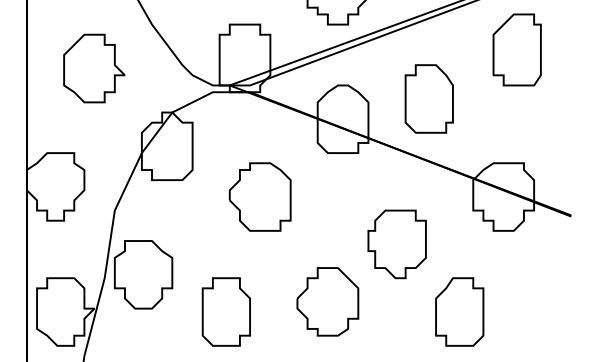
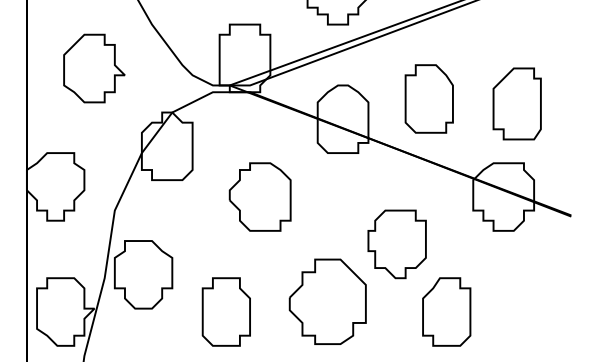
part at (516, 49) position: (516, 49) -> (516, 103)
part at (327, 301) size: 64x70 px -> 79x87 px
part at (459, 311) position: (459, 311) -> (446, 311)
